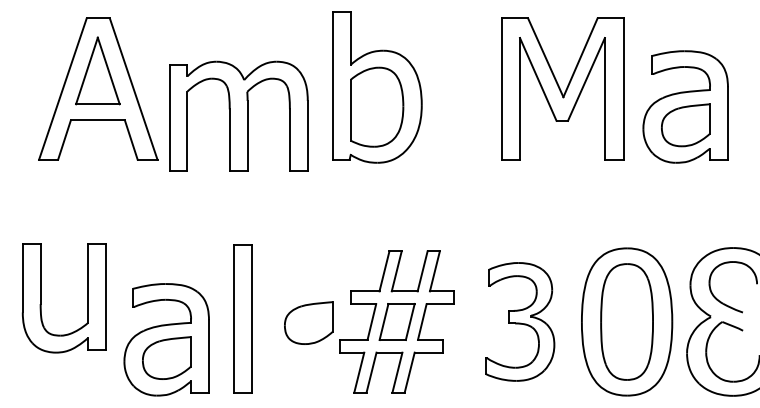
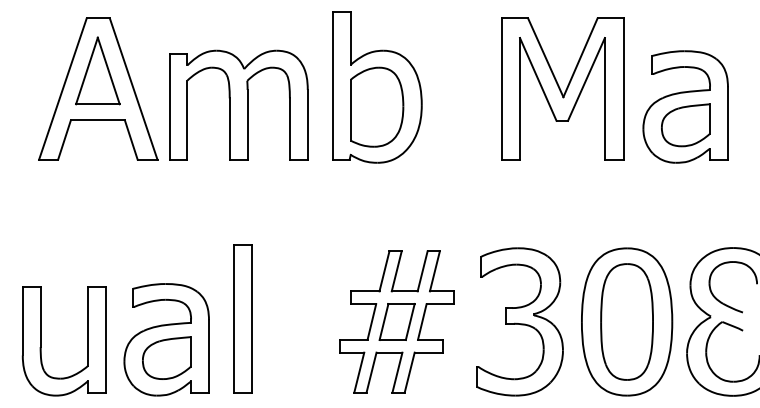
part at (238, 115) position: (238, 115) -> (238, 104)
part at (41, 298) position: (41, 298) -> (41, 341)
part at (520, 321) size: 71x120 px -> 88x150 px
part at (308, 322): present -> none
